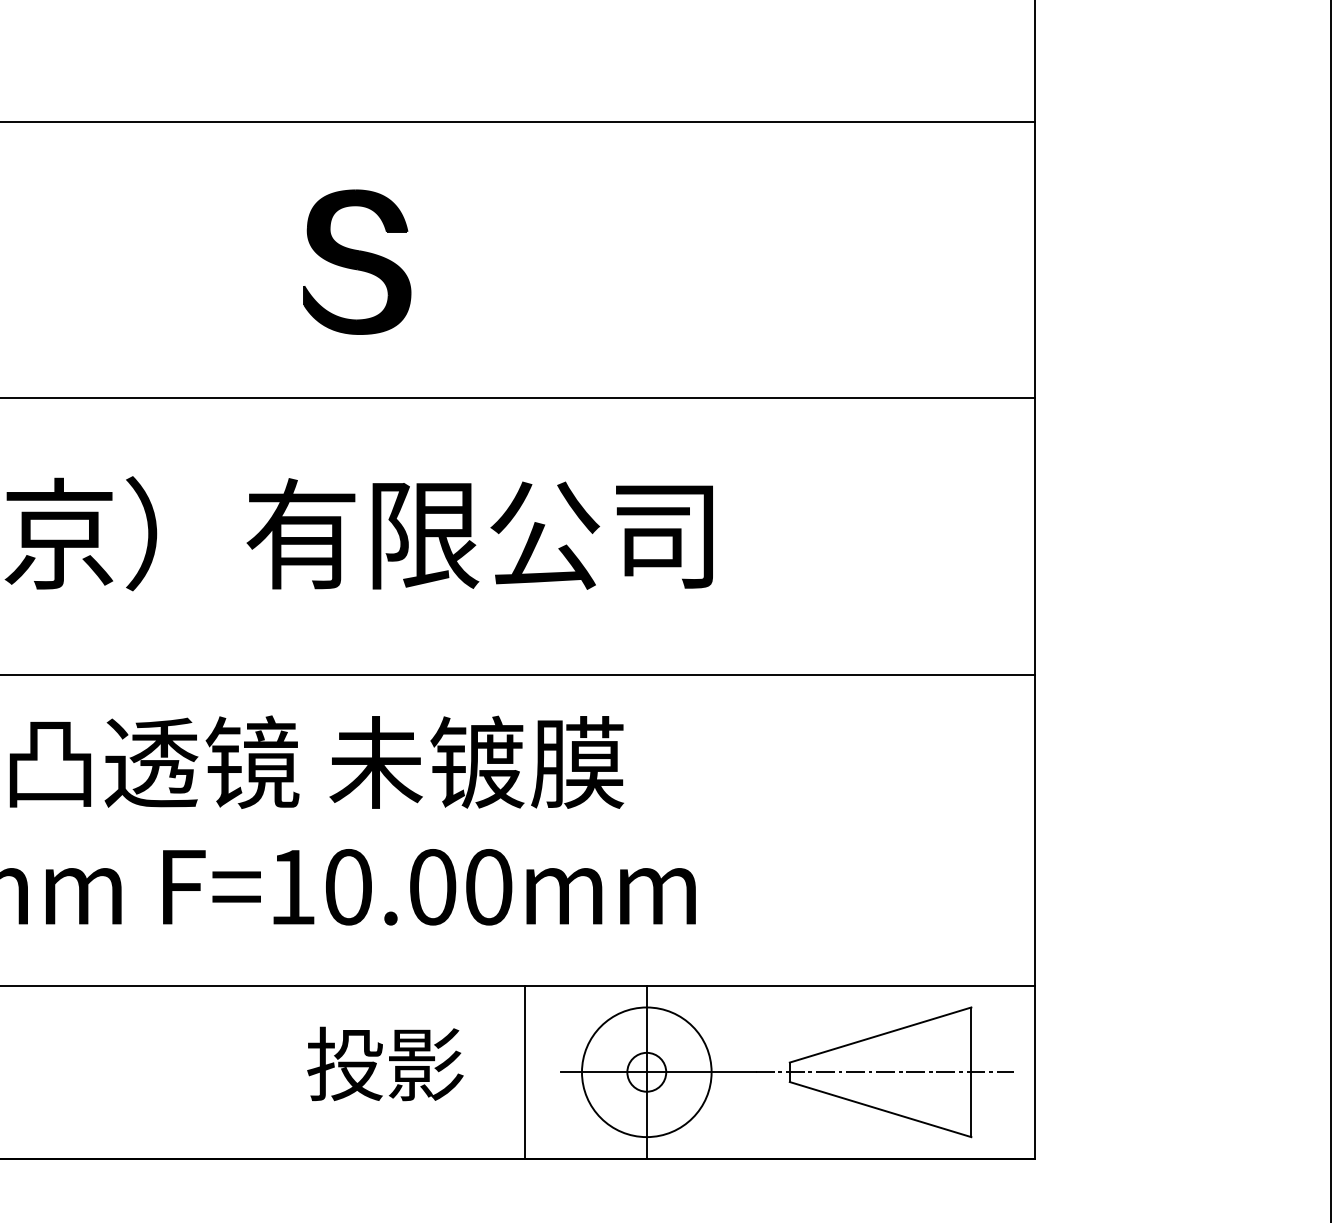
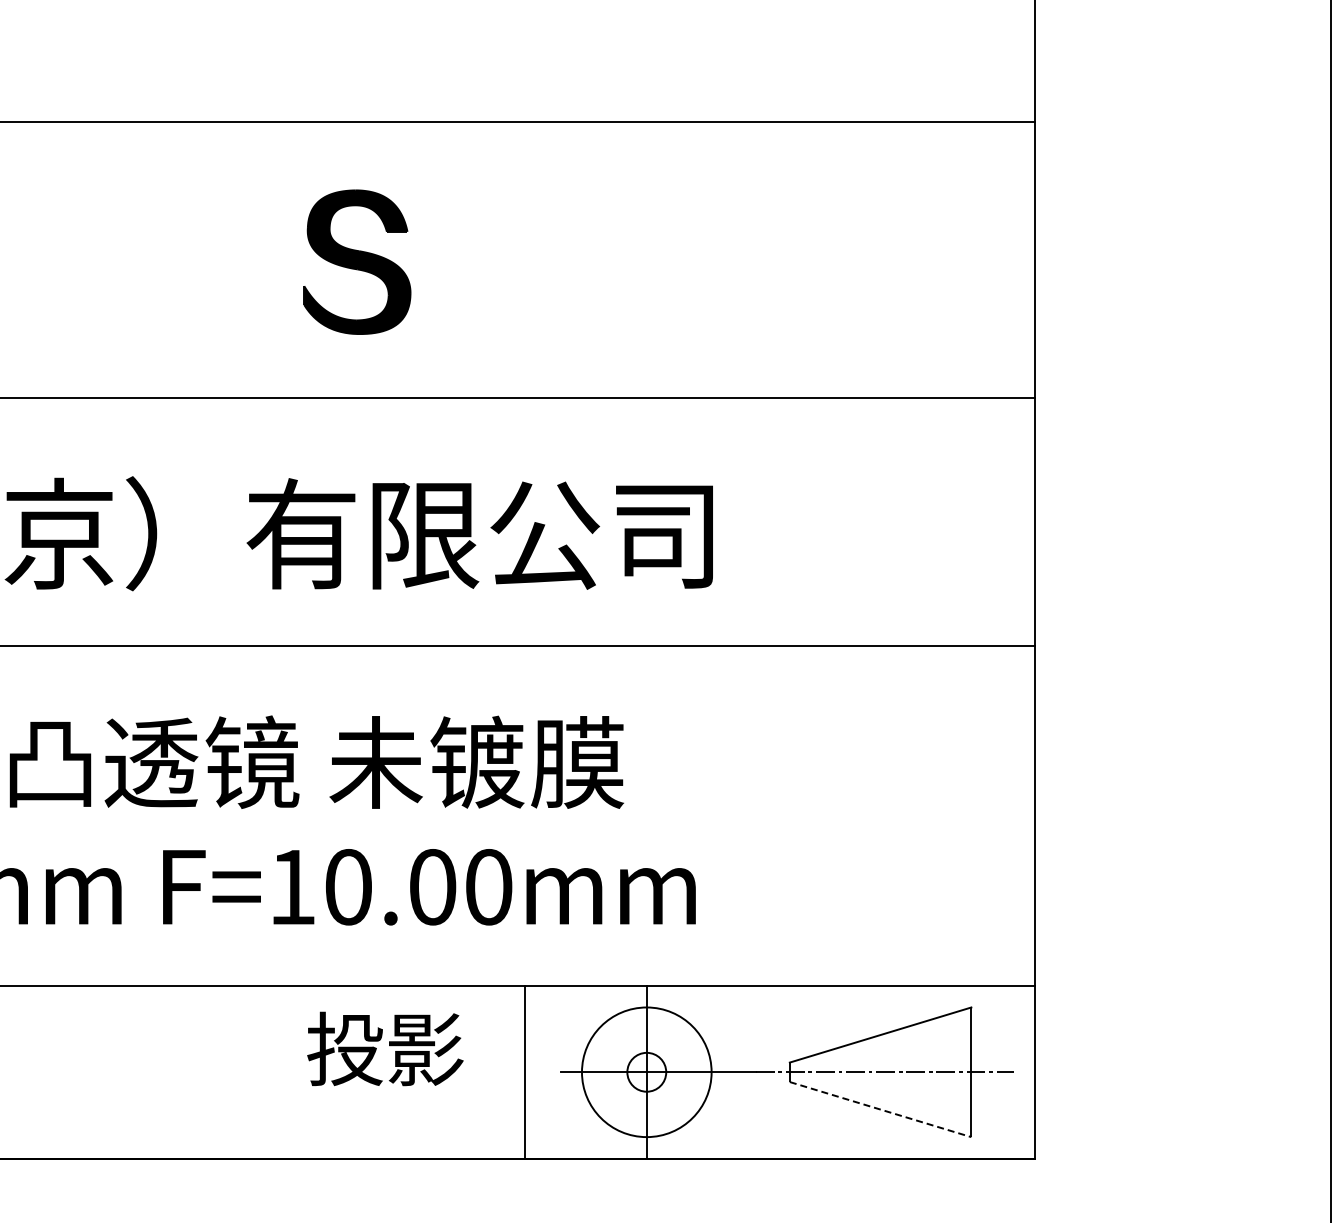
line at (518, 674) position: (518, 674) -> (518, 645)
text at (385, 1063) position: (385, 1063) -> (385, 1048)
line at (880, 1109): solid -> dashed
